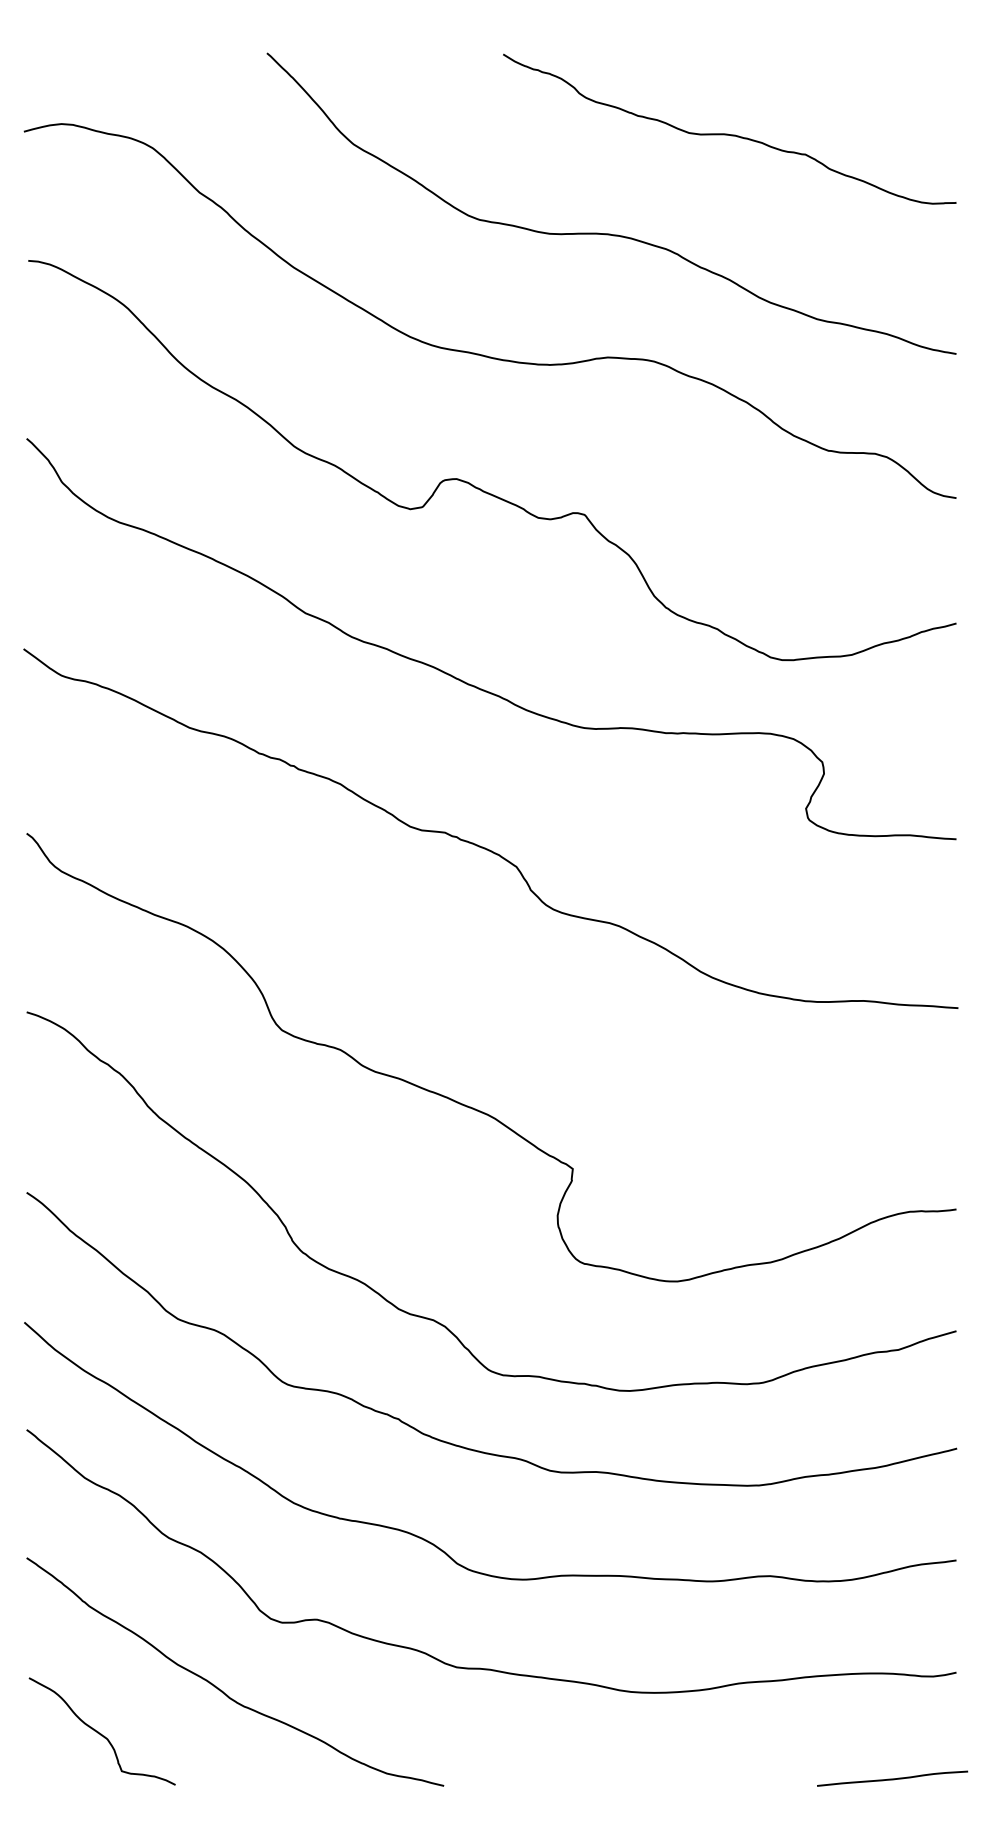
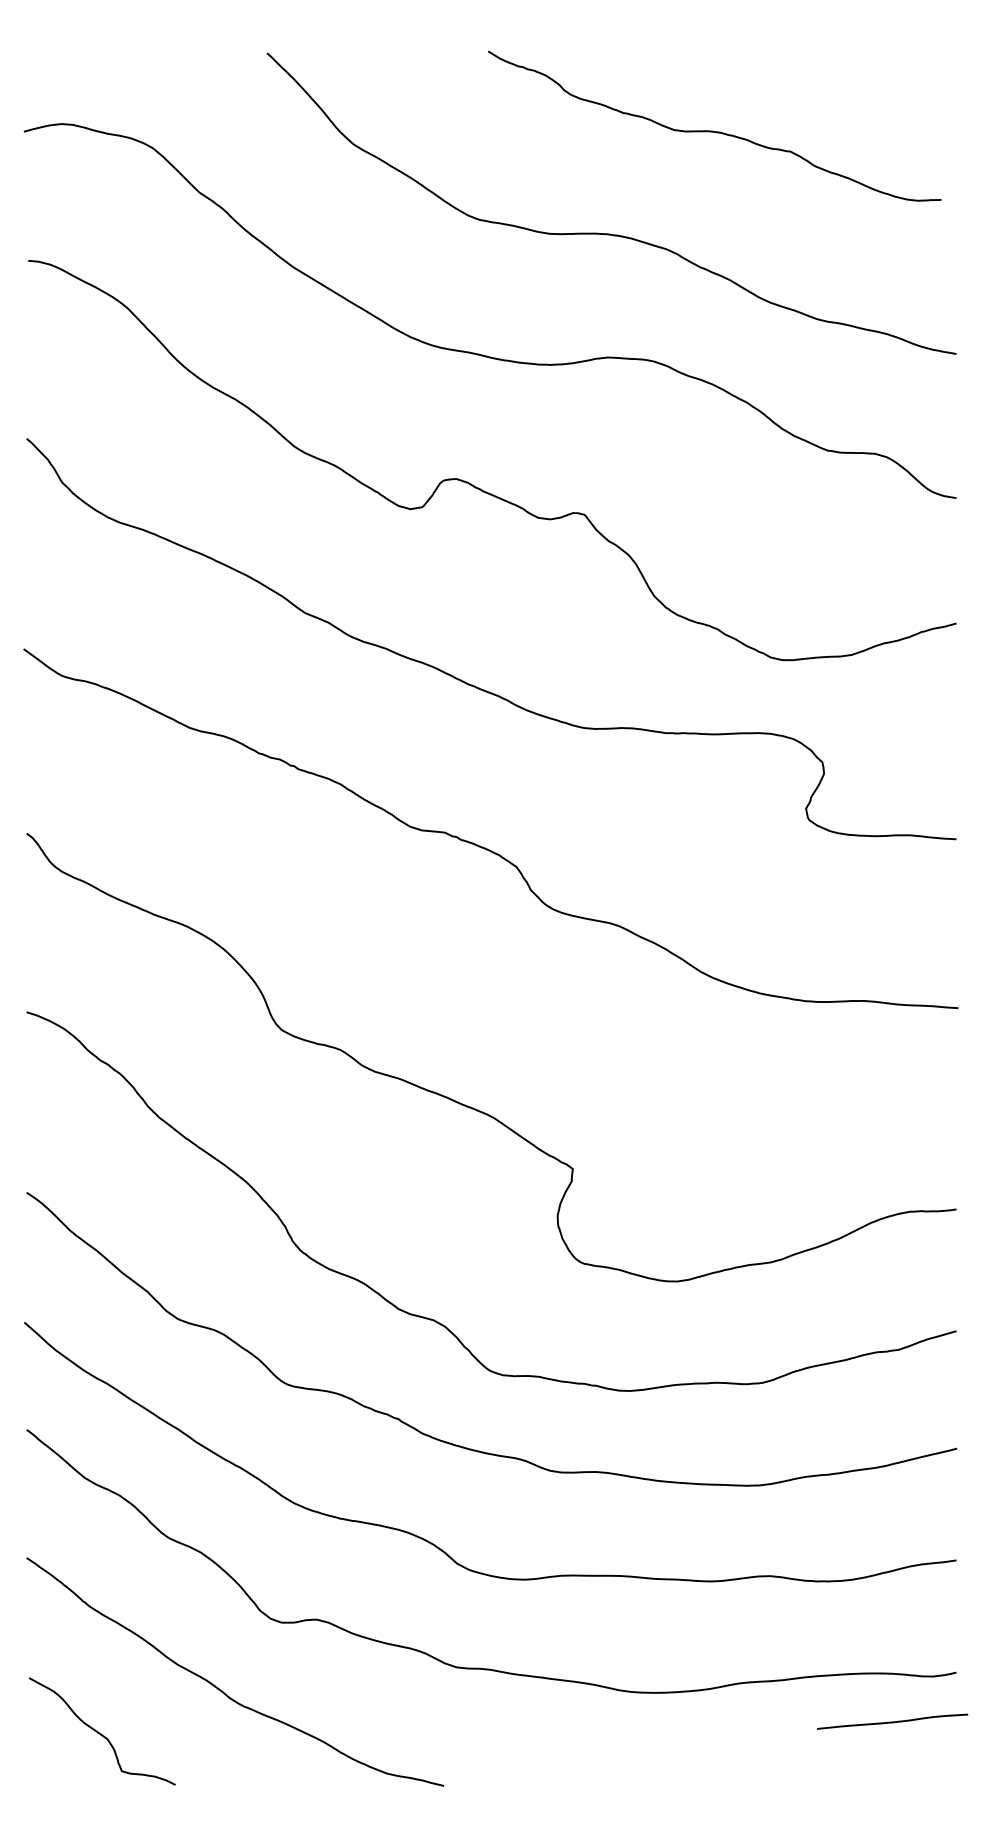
curve at (728, 133) position: (728, 133) -> (713, 130)
curve at (892, 1778) position: (892, 1778) -> (892, 1721)
